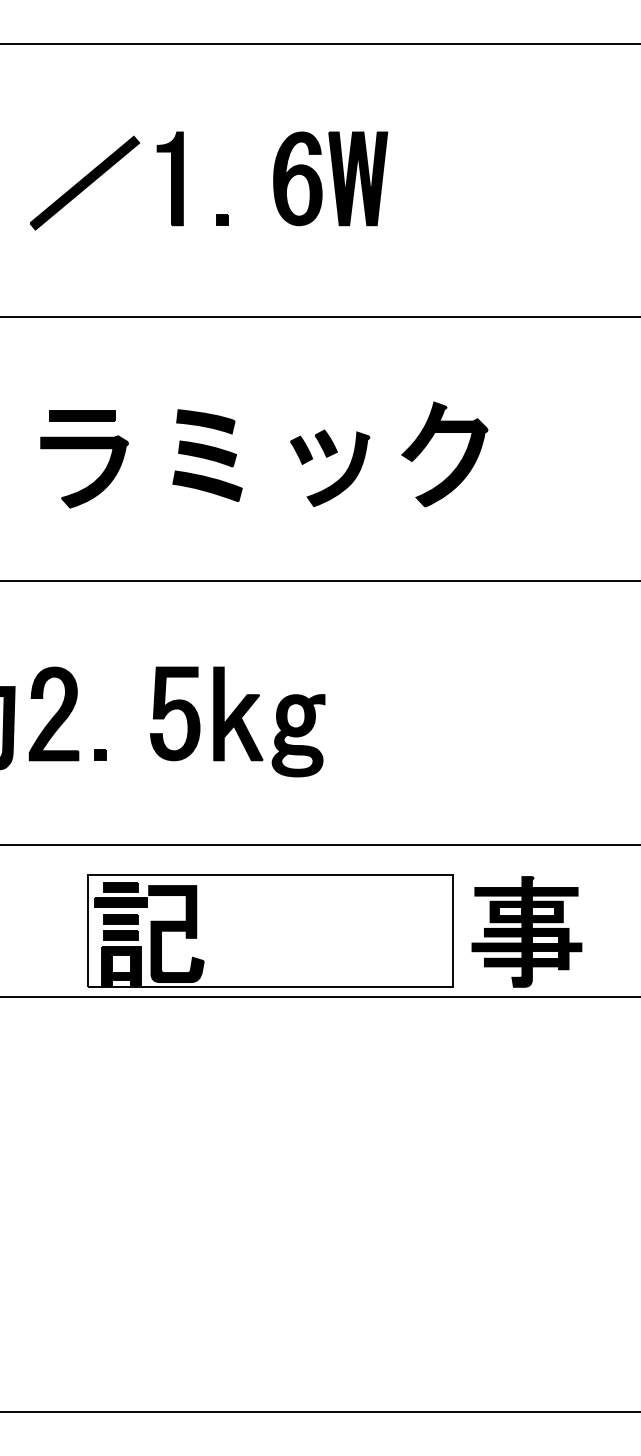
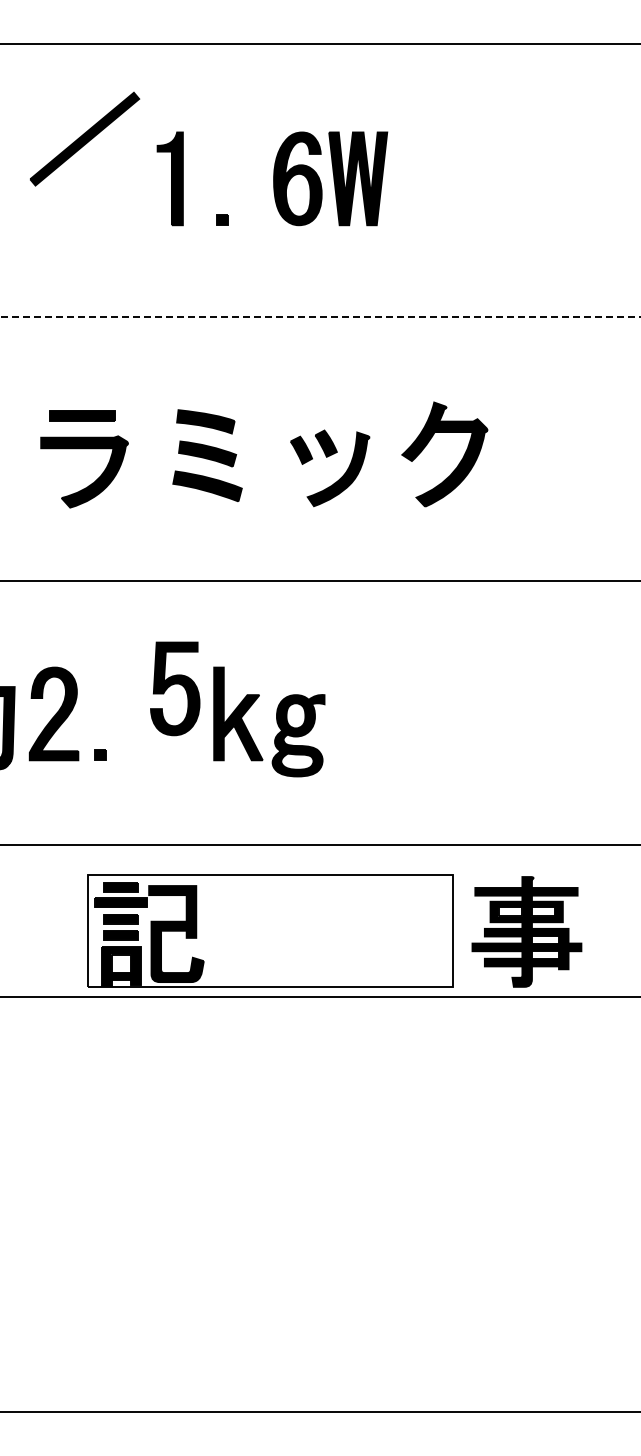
part at (85, 182) position: (85, 182) -> (85, 138)
line at (320, 317): solid -> dashed
part at (175, 713) position: (175, 713) -> (175, 688)
